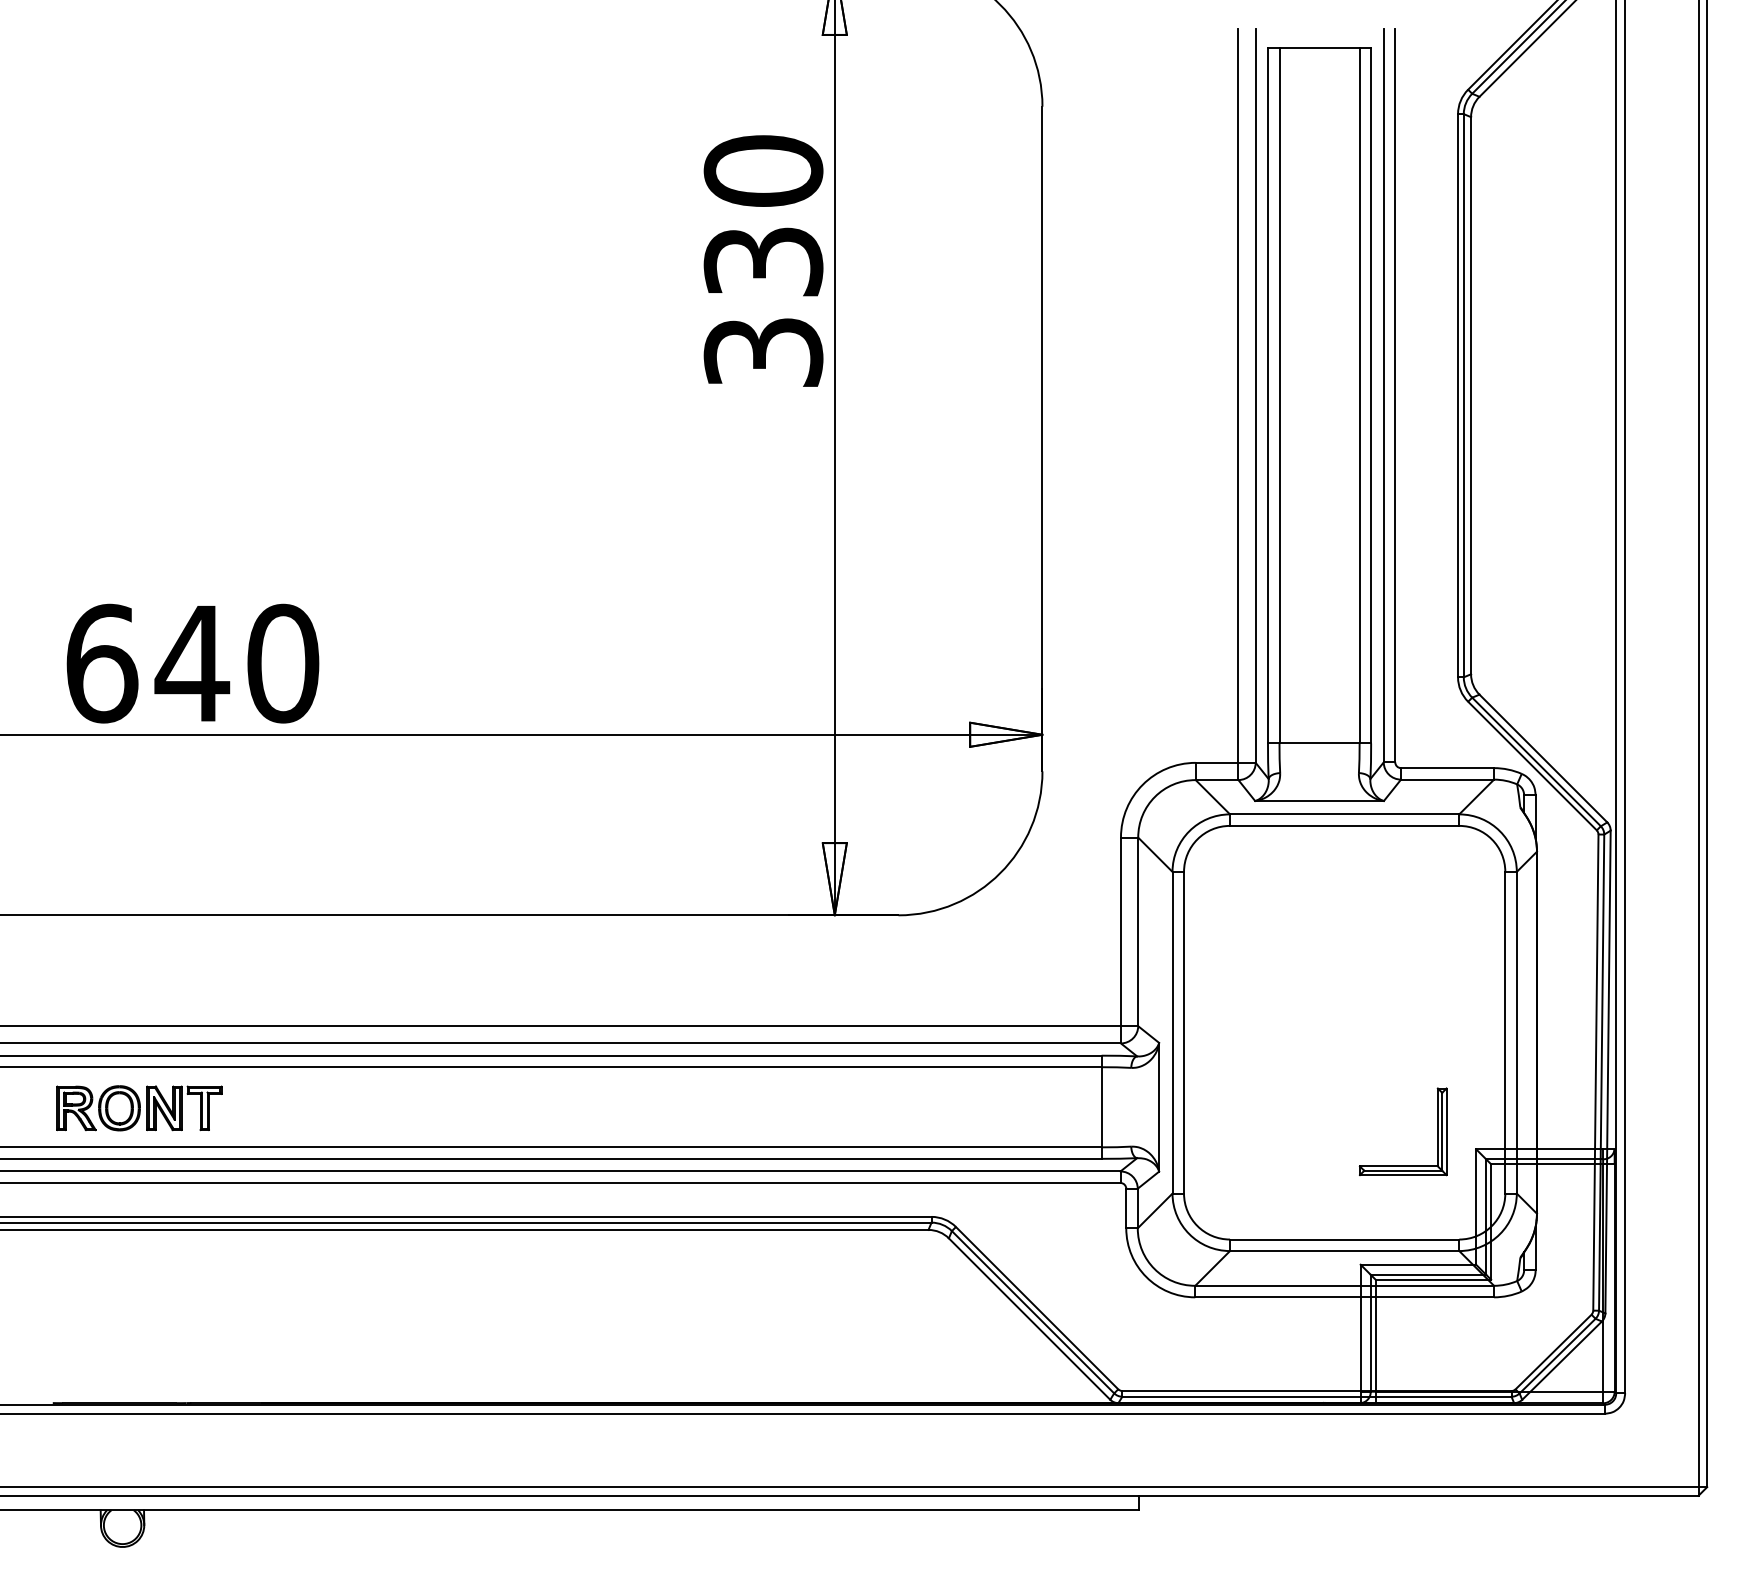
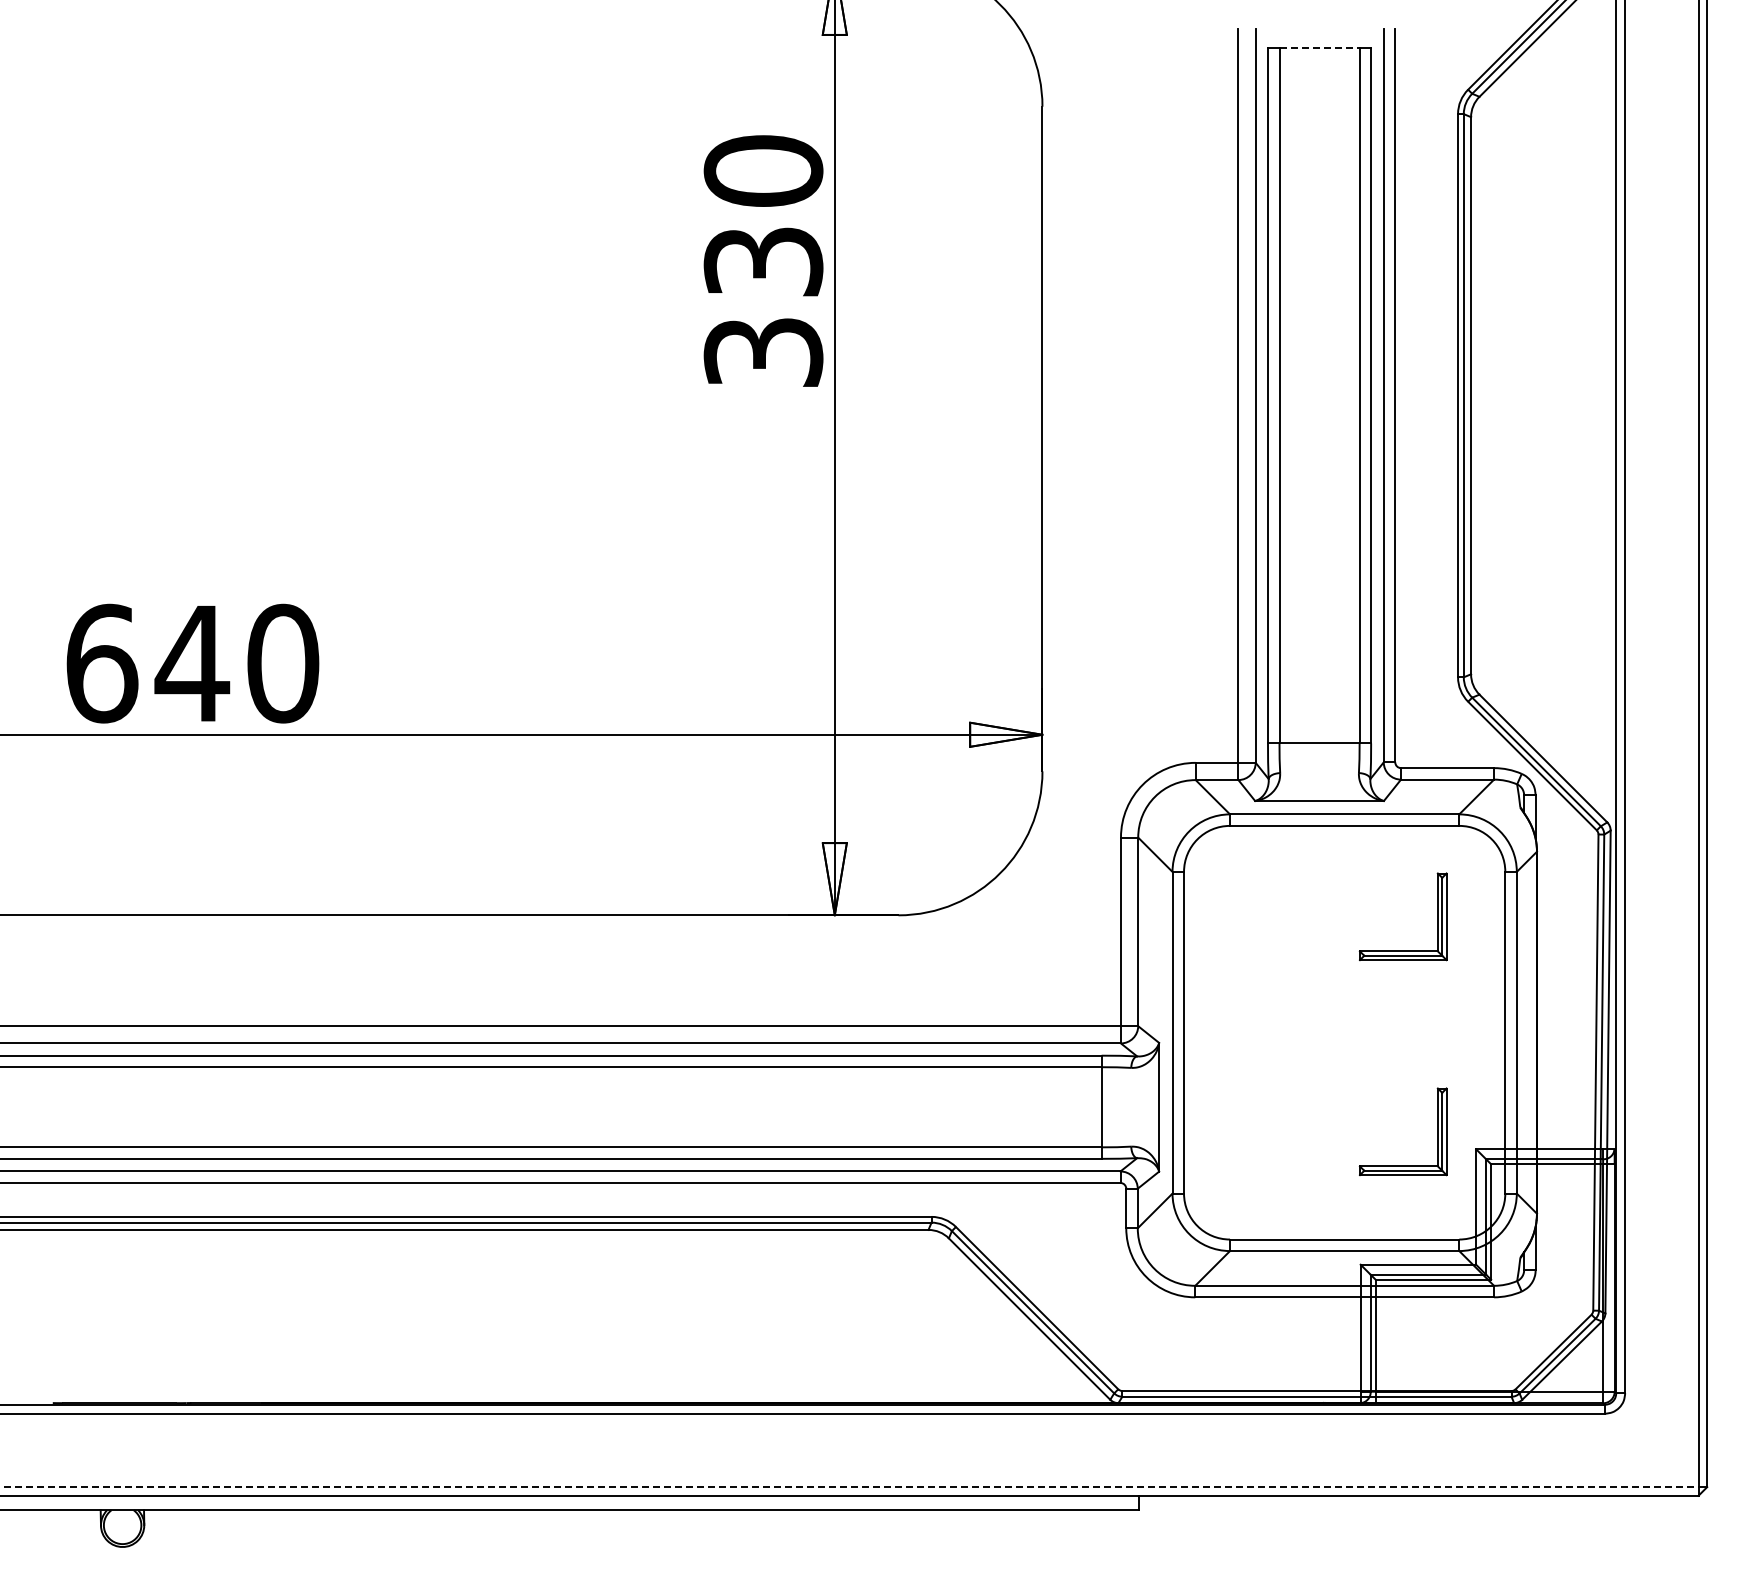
line at (1320, 47): solid -> dashed
part at (1402, 950): none -> present
part at (139, 1108): present -> none
line at (849, 1487): solid -> dashed
